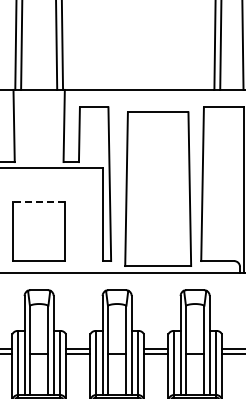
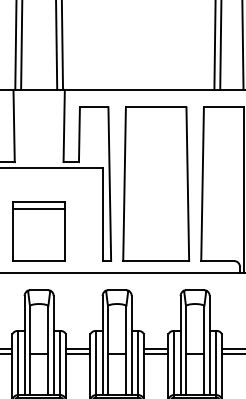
part at (158, 188) position: (158, 188) -> (156, 183)
line at (38, 201): dashed -> solid
line at (38, 208): none -> present
